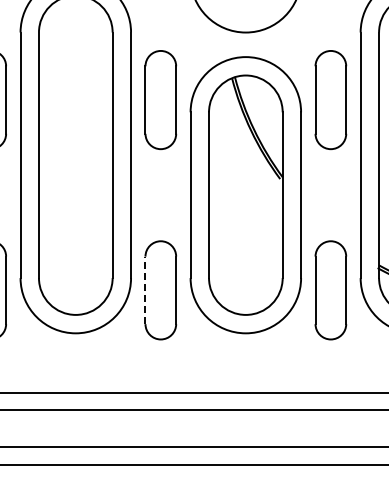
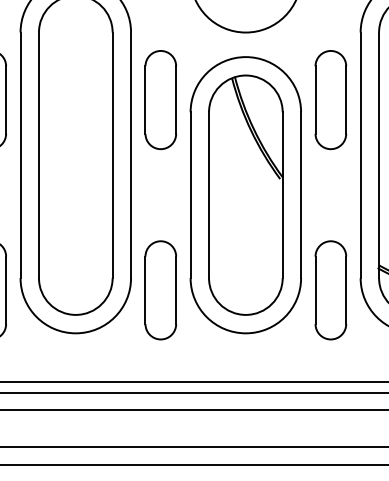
line at (145, 290): dashed -> solid
line at (193, 382): none -> present
